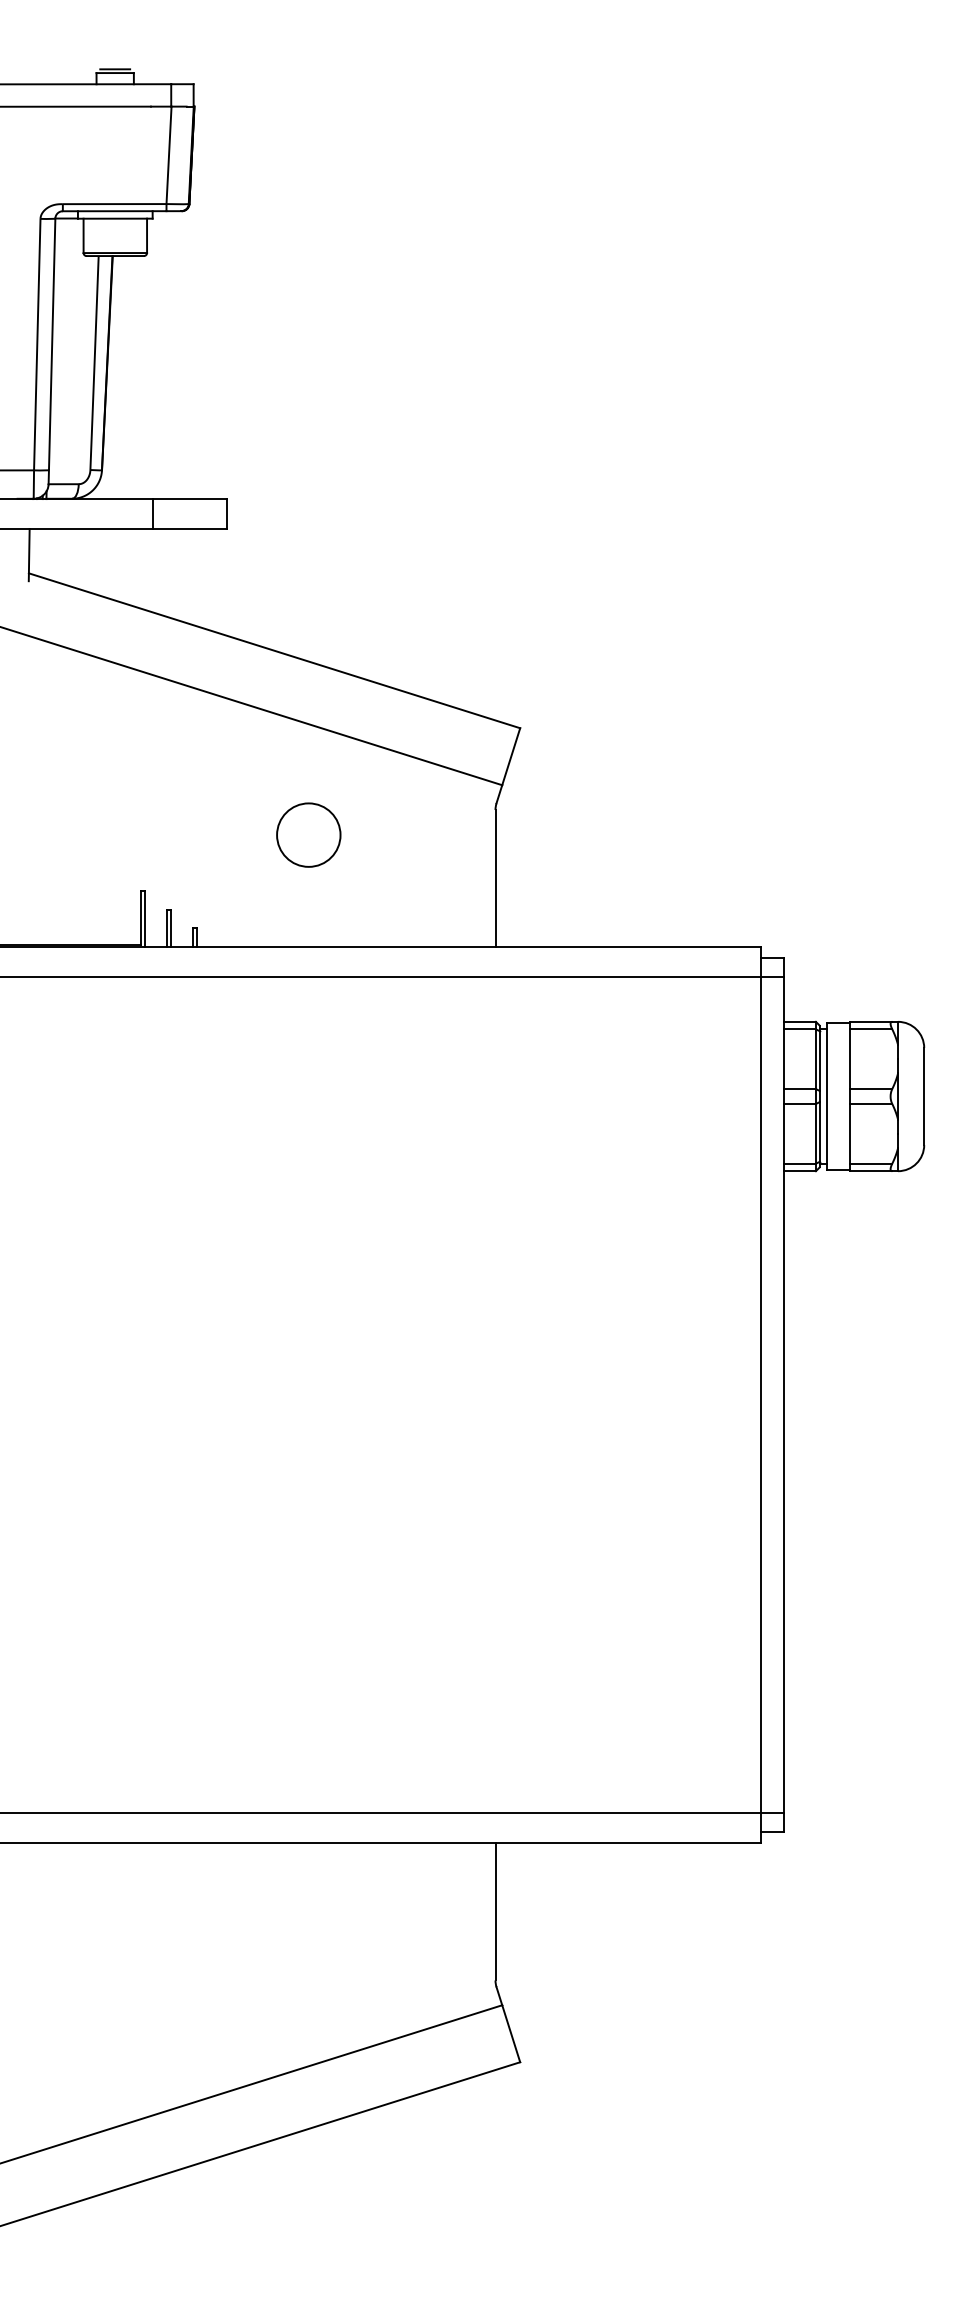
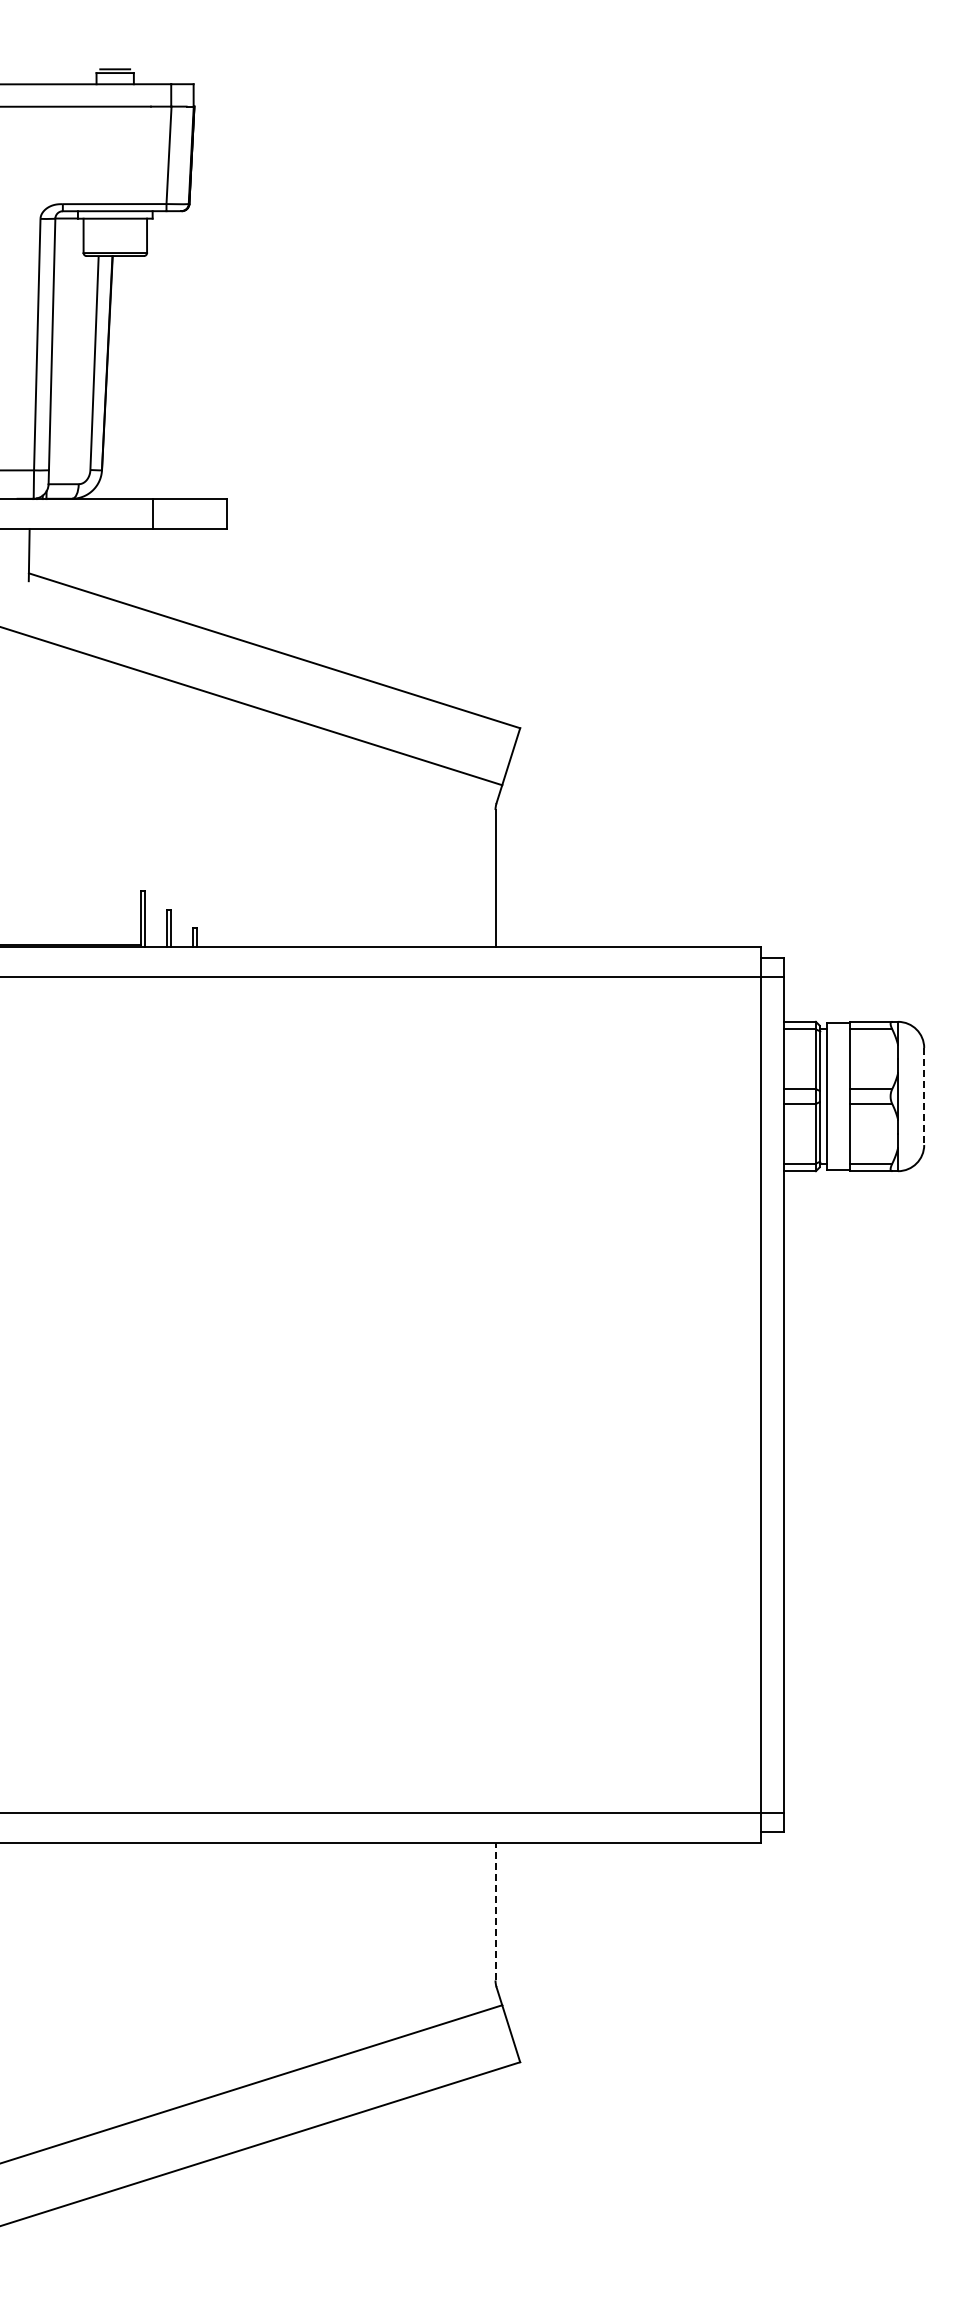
circle at (308, 834): present -> none
line at (924, 1096): solid -> dashed
line at (495, 1911): solid -> dashed
